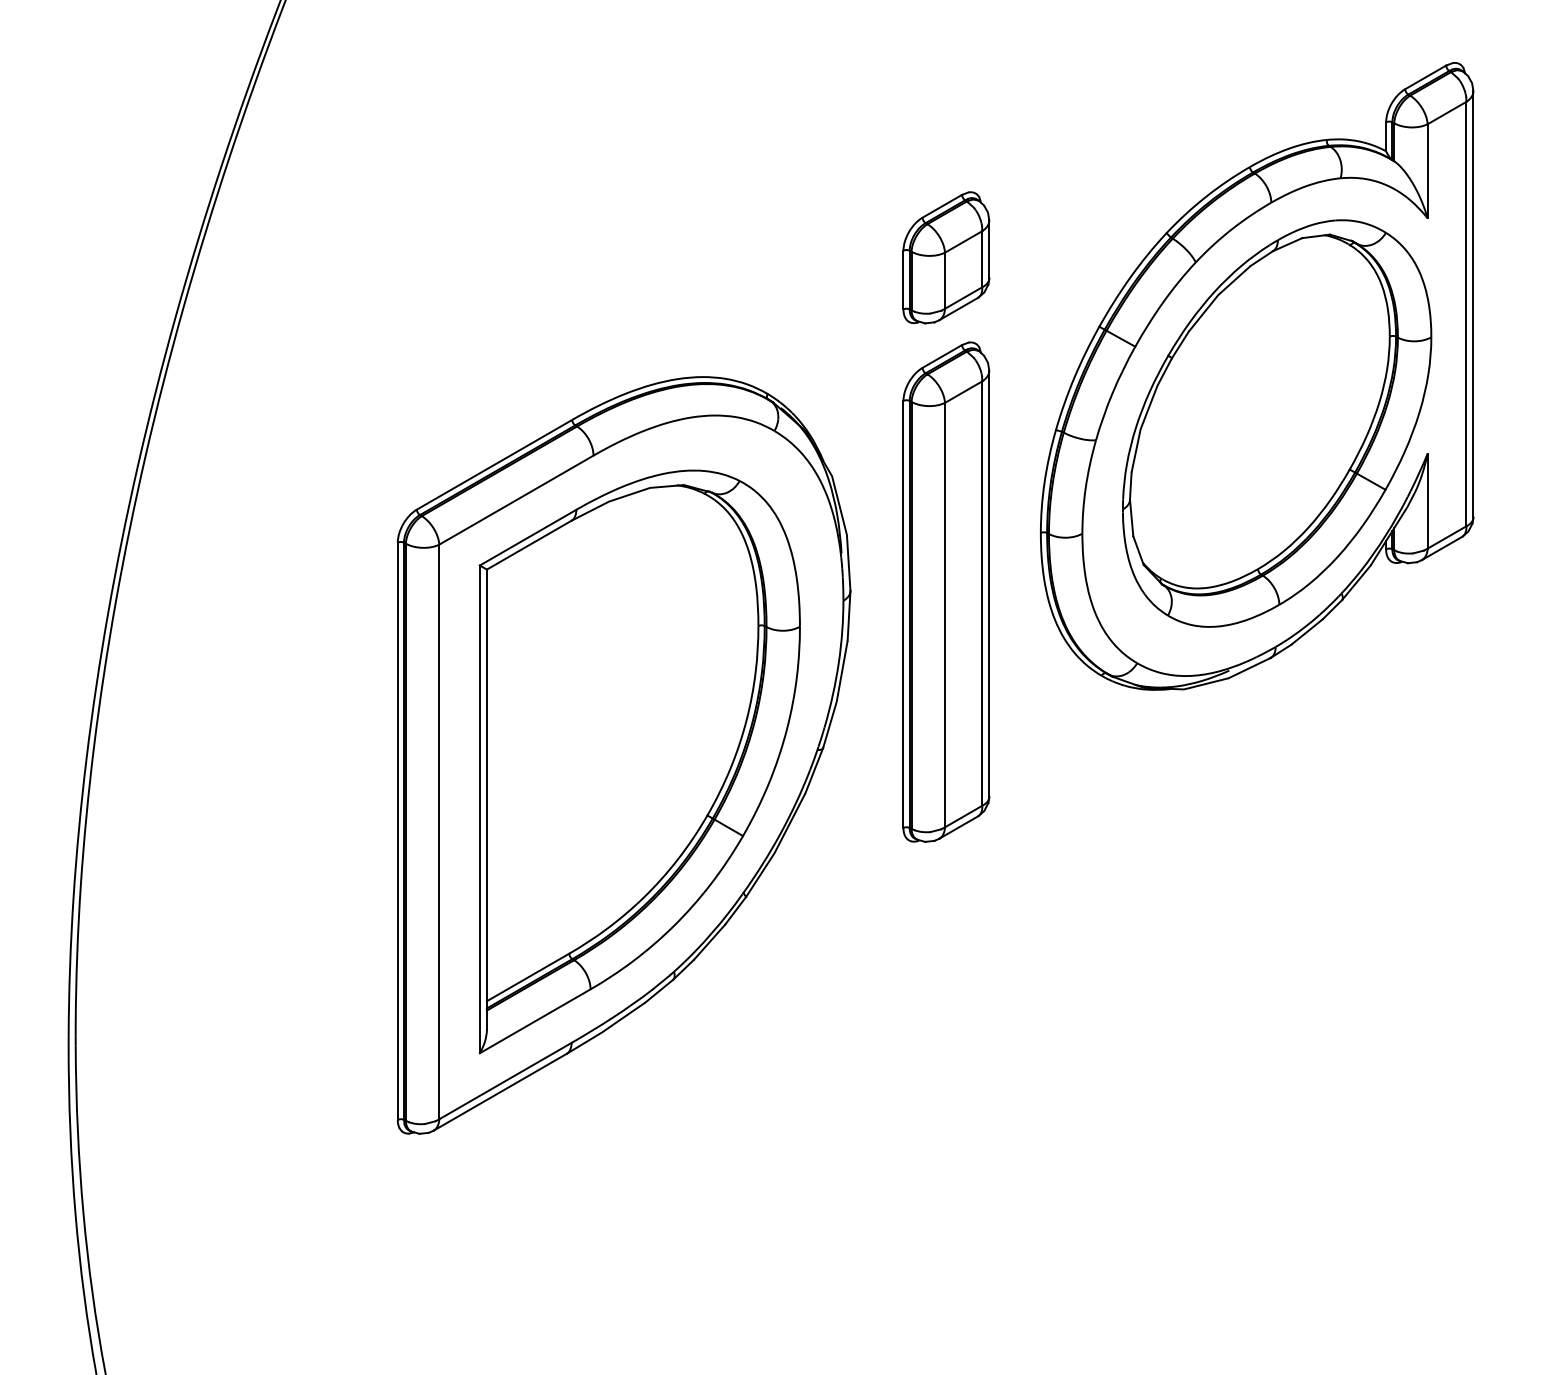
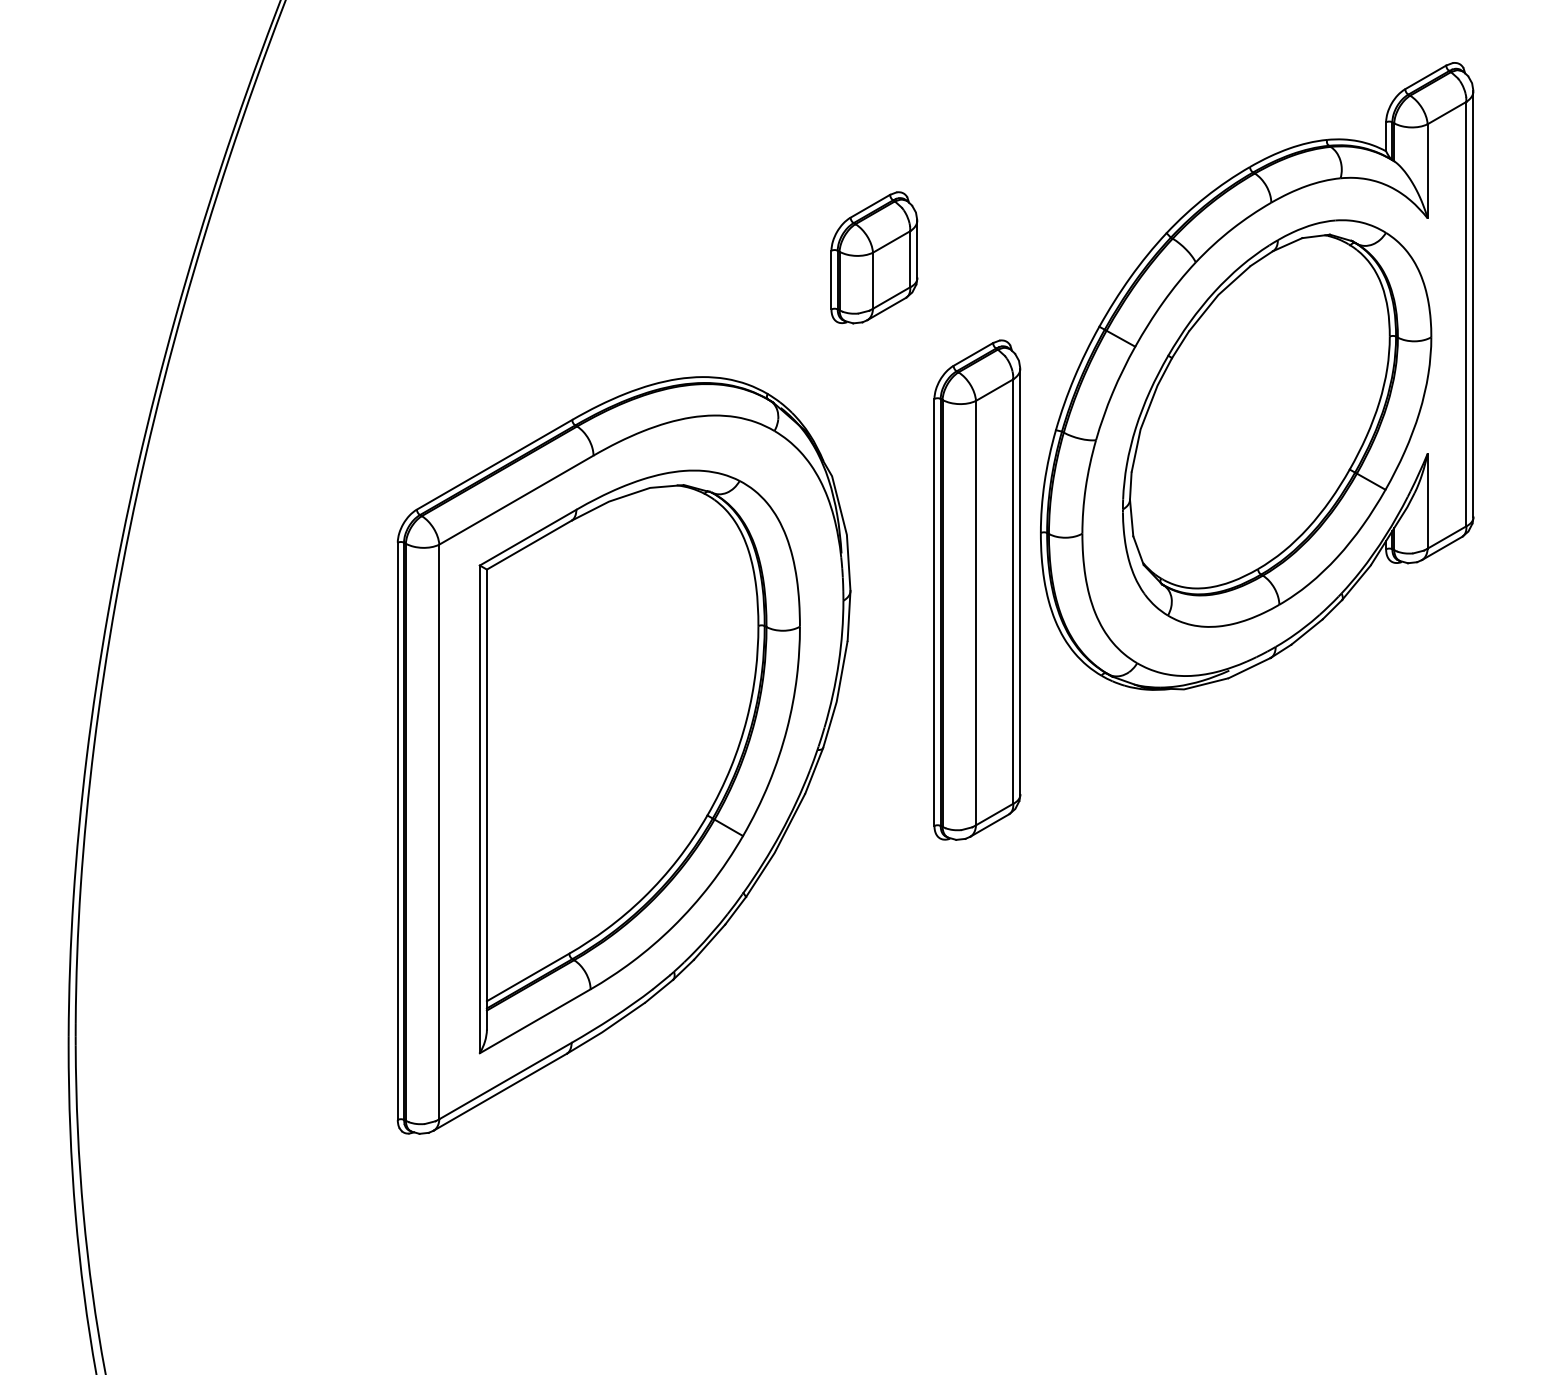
part at (946, 257) position: (946, 257) -> (874, 257)
part at (946, 591) position: (946, 591) -> (977, 589)
